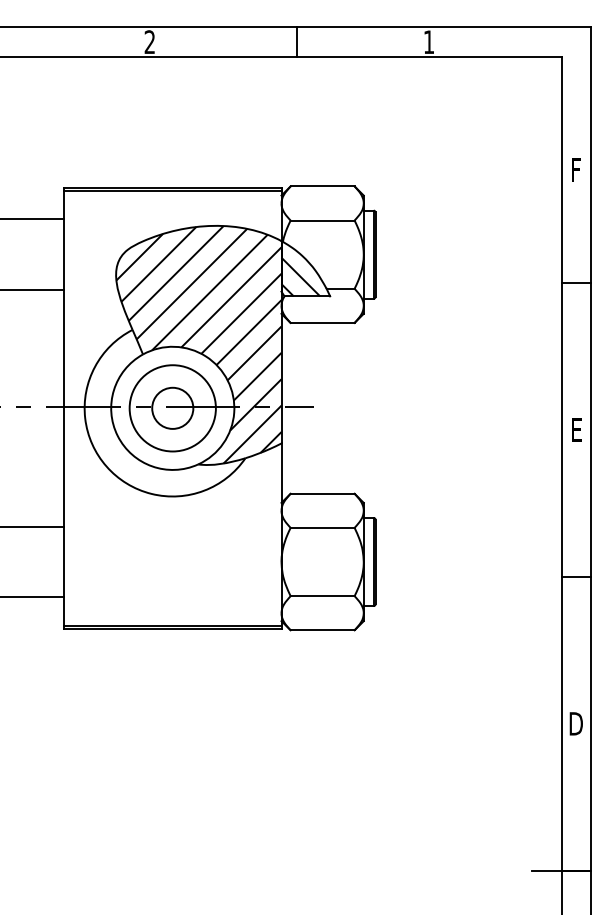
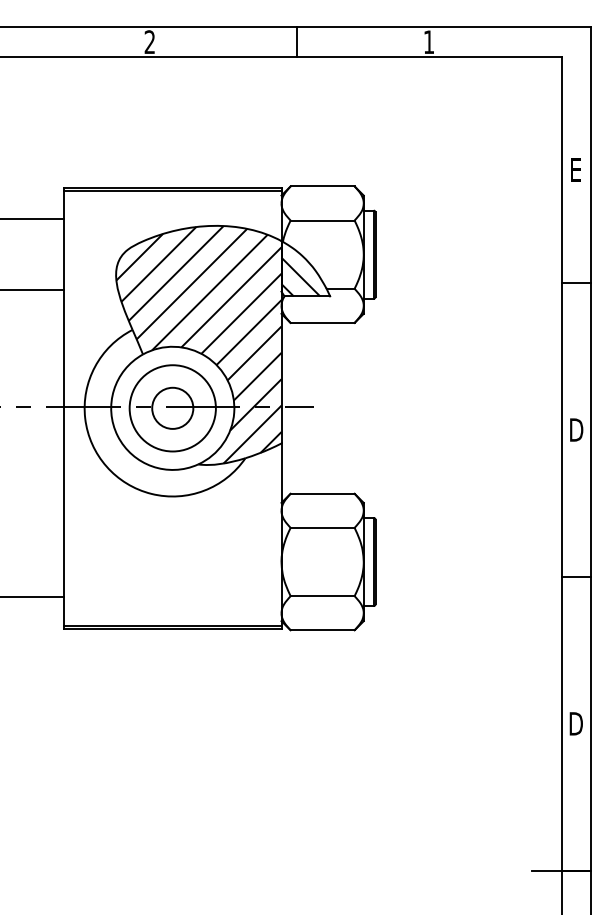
text at (575, 169): F -> E
text at (576, 429): E -> D
line at (33, 526): present -> none
